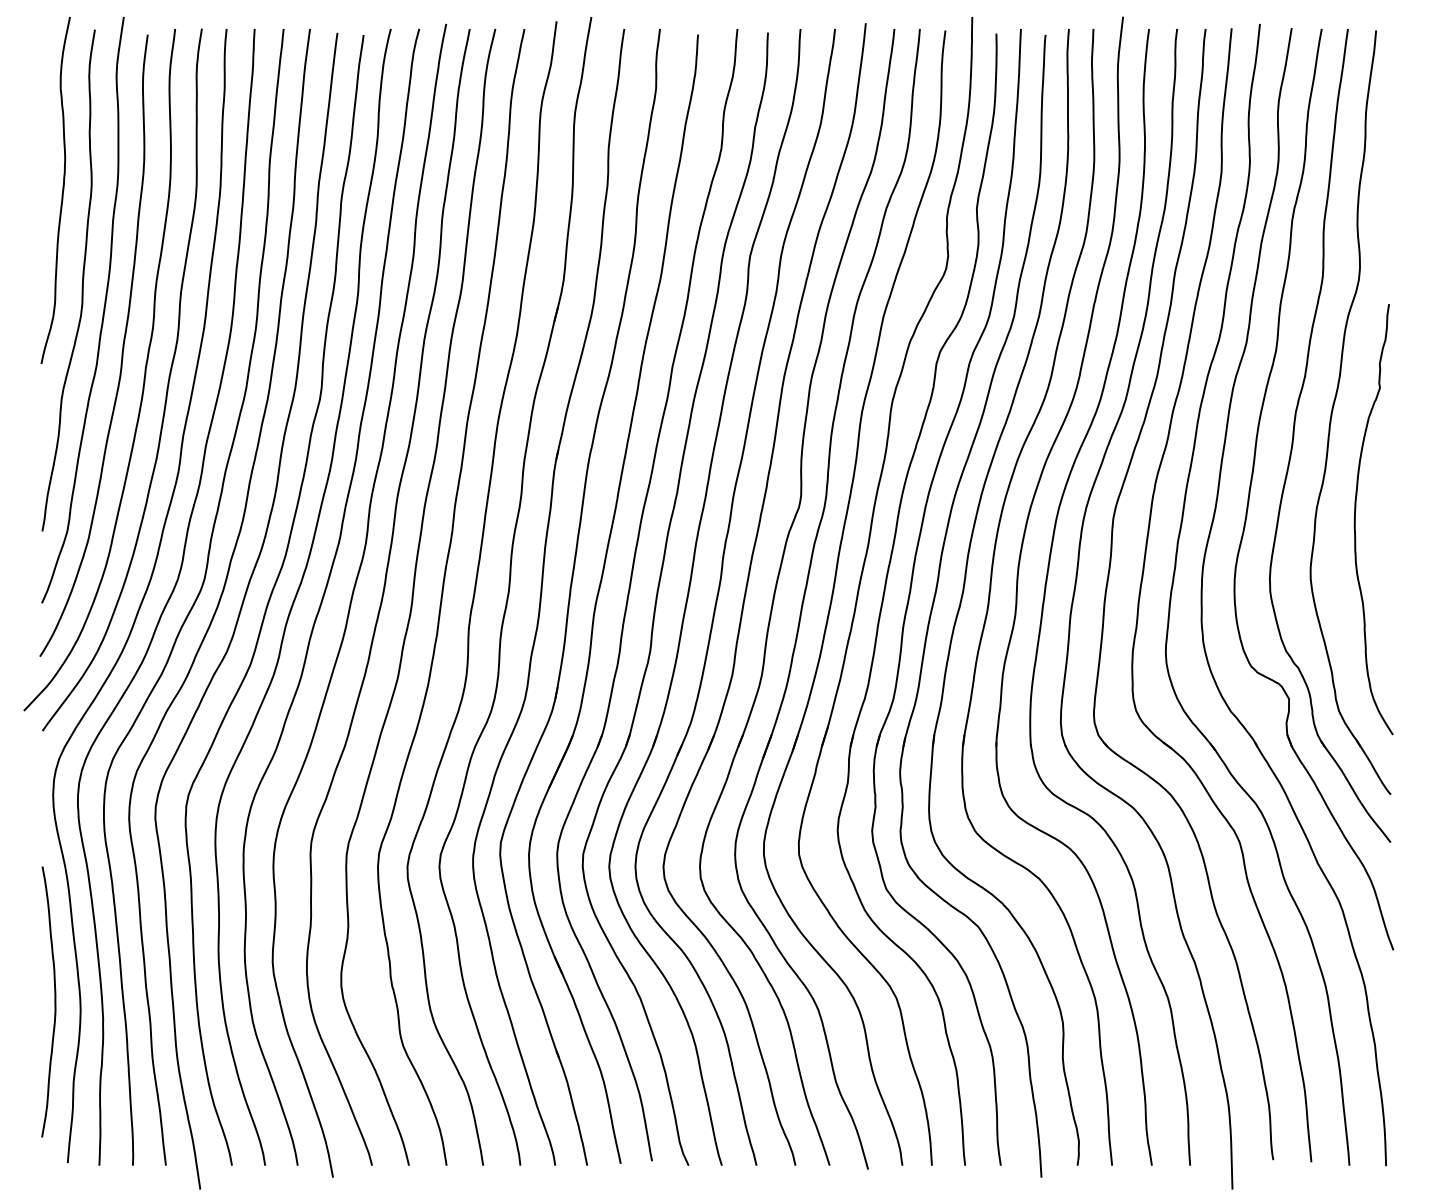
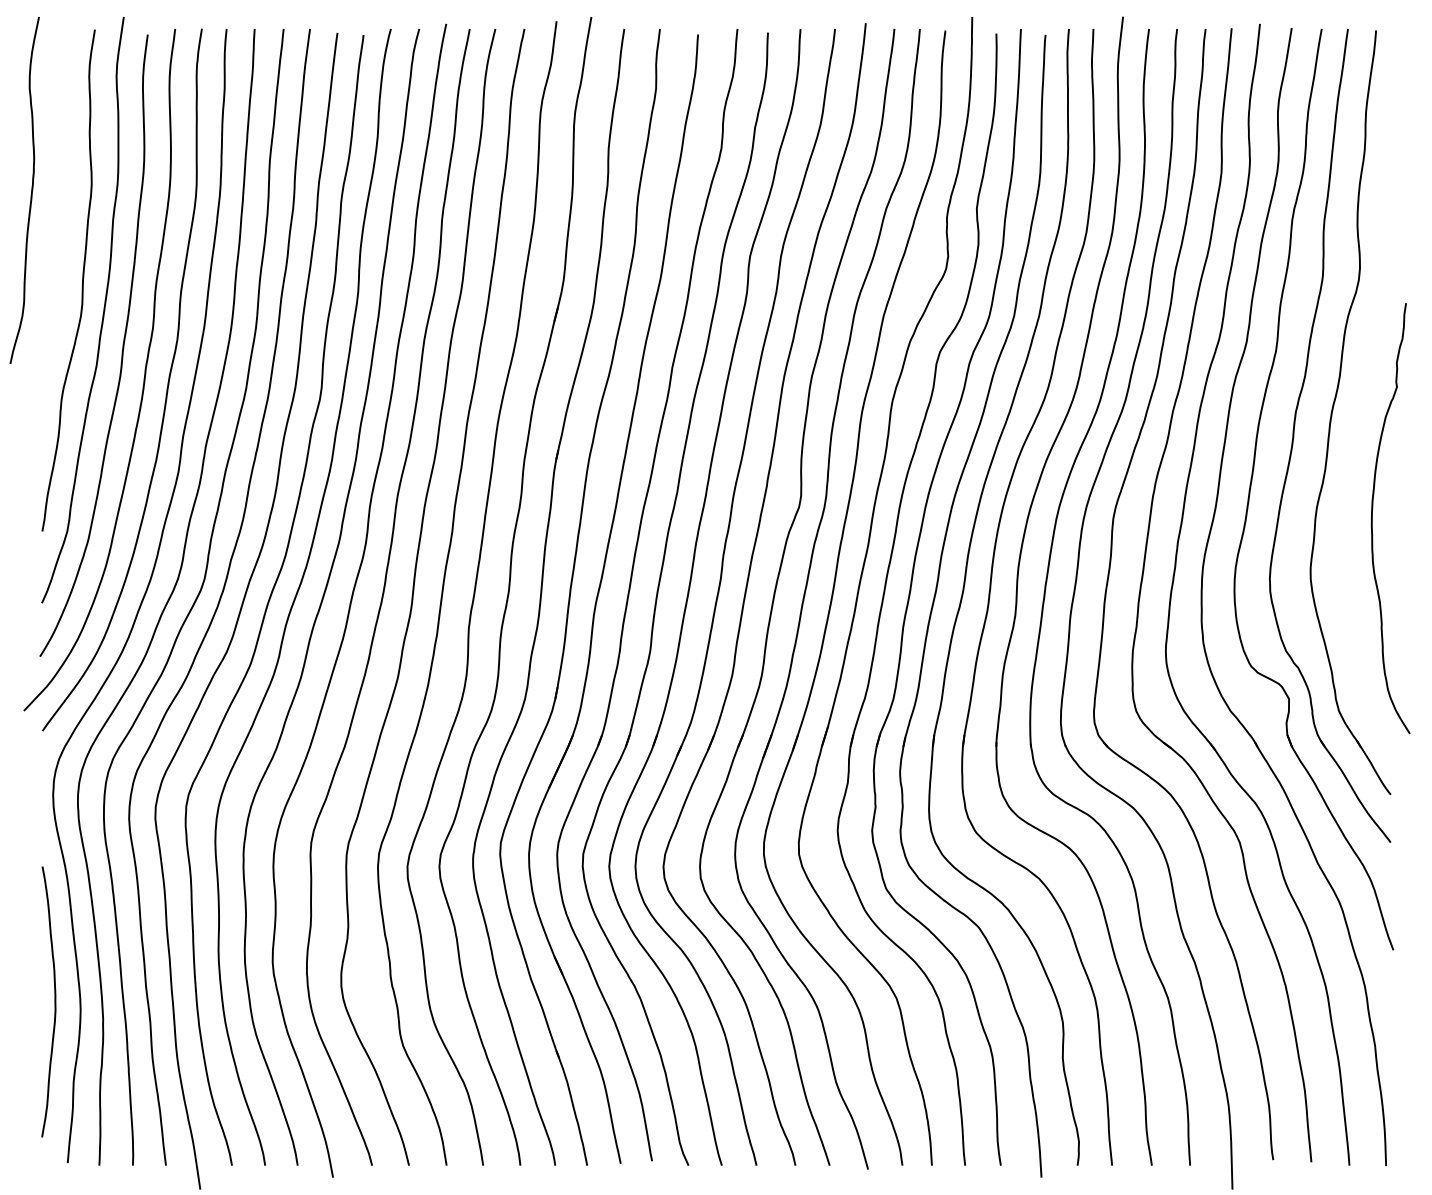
curve at (62, 189) position: (62, 189) -> (31, 189)
curve at (1355, 519) position: (1355, 519) -> (1372, 518)
